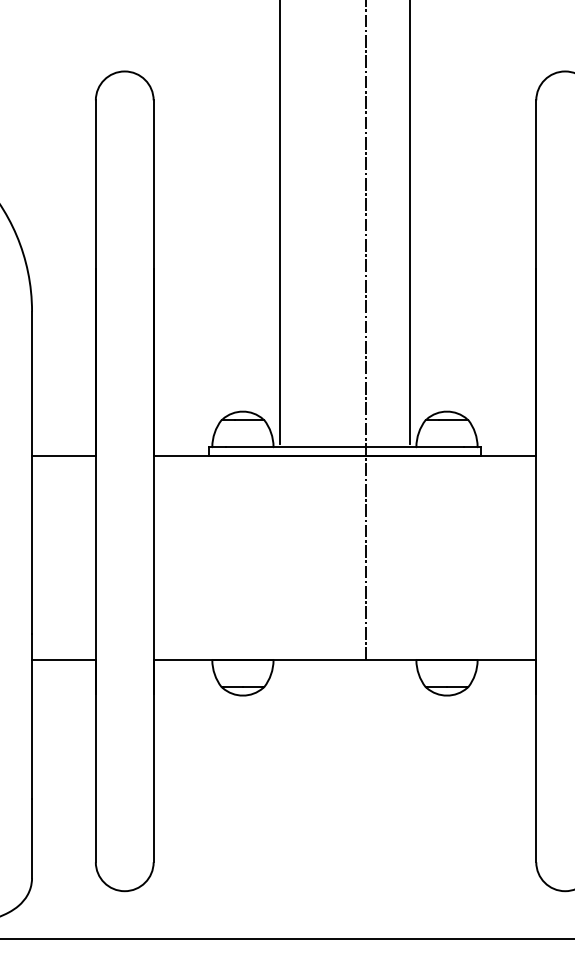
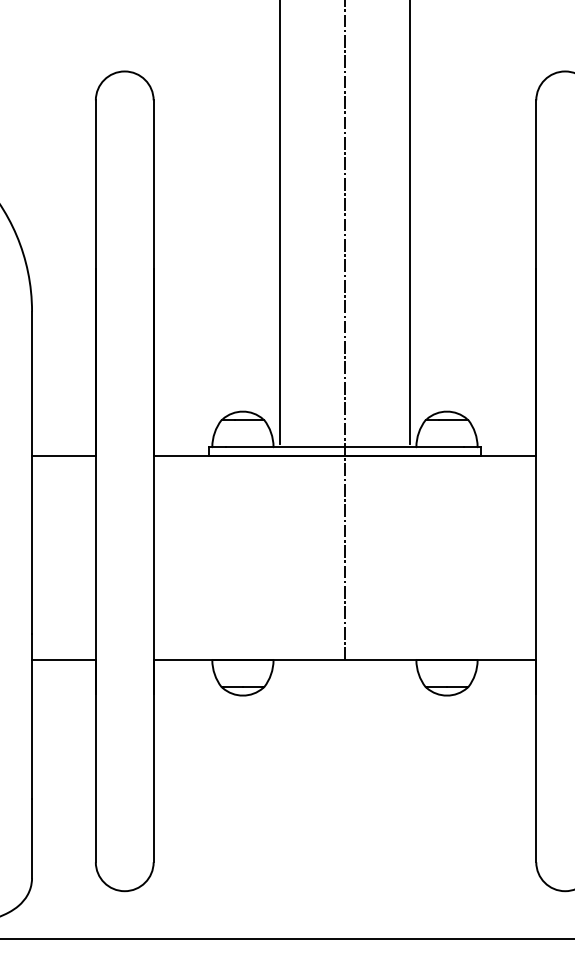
line at (365, 330) position: (365, 330) -> (344, 330)
